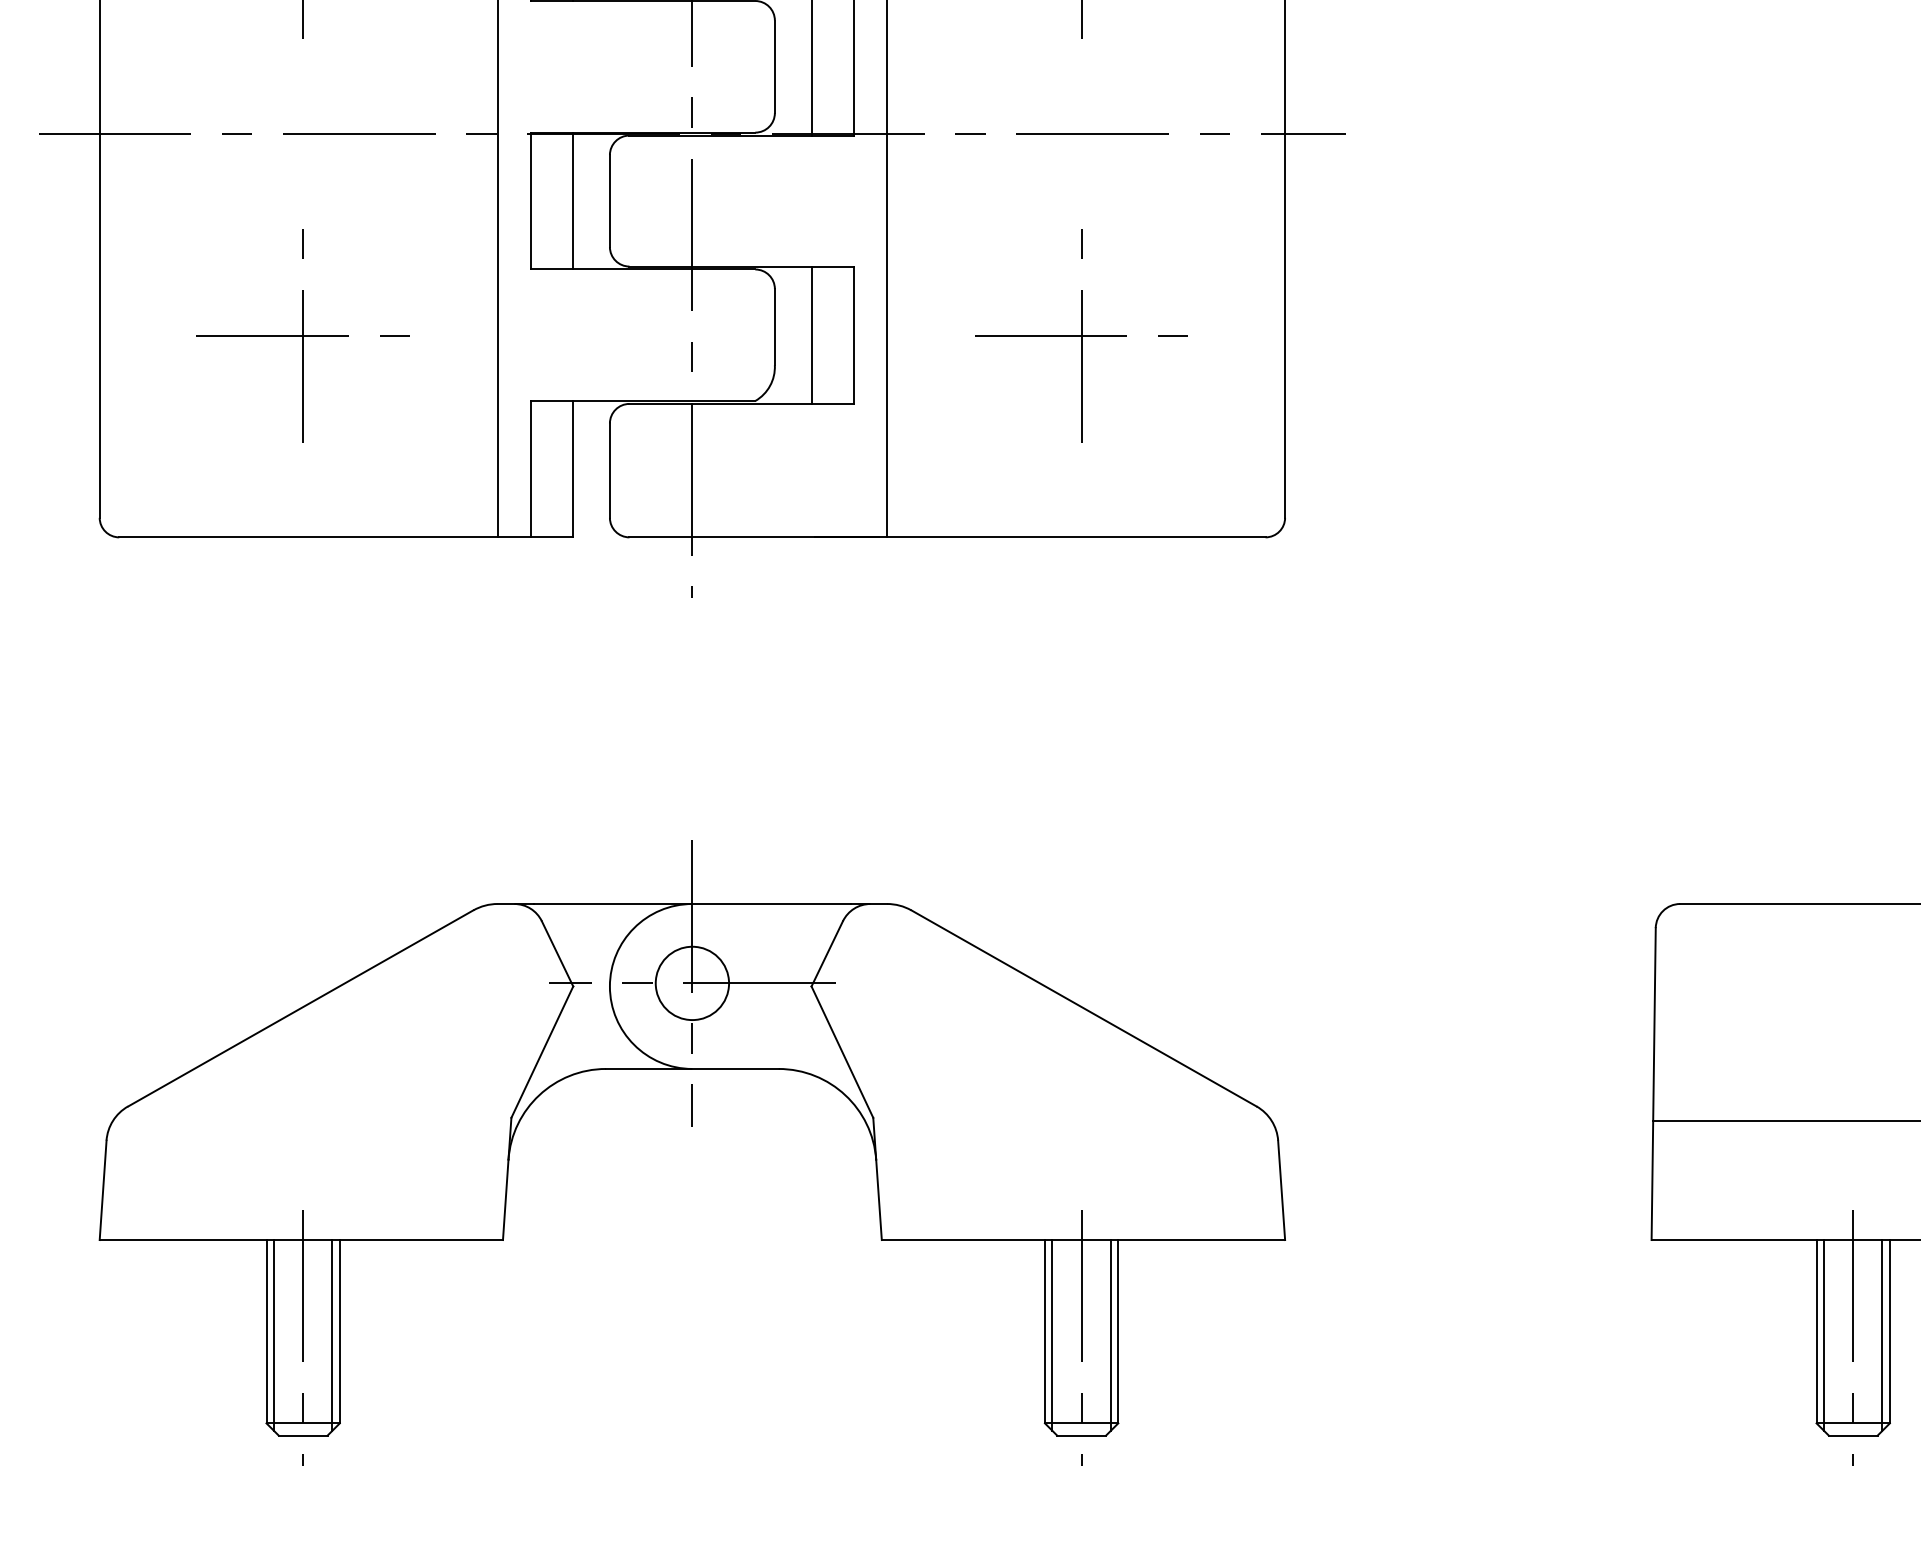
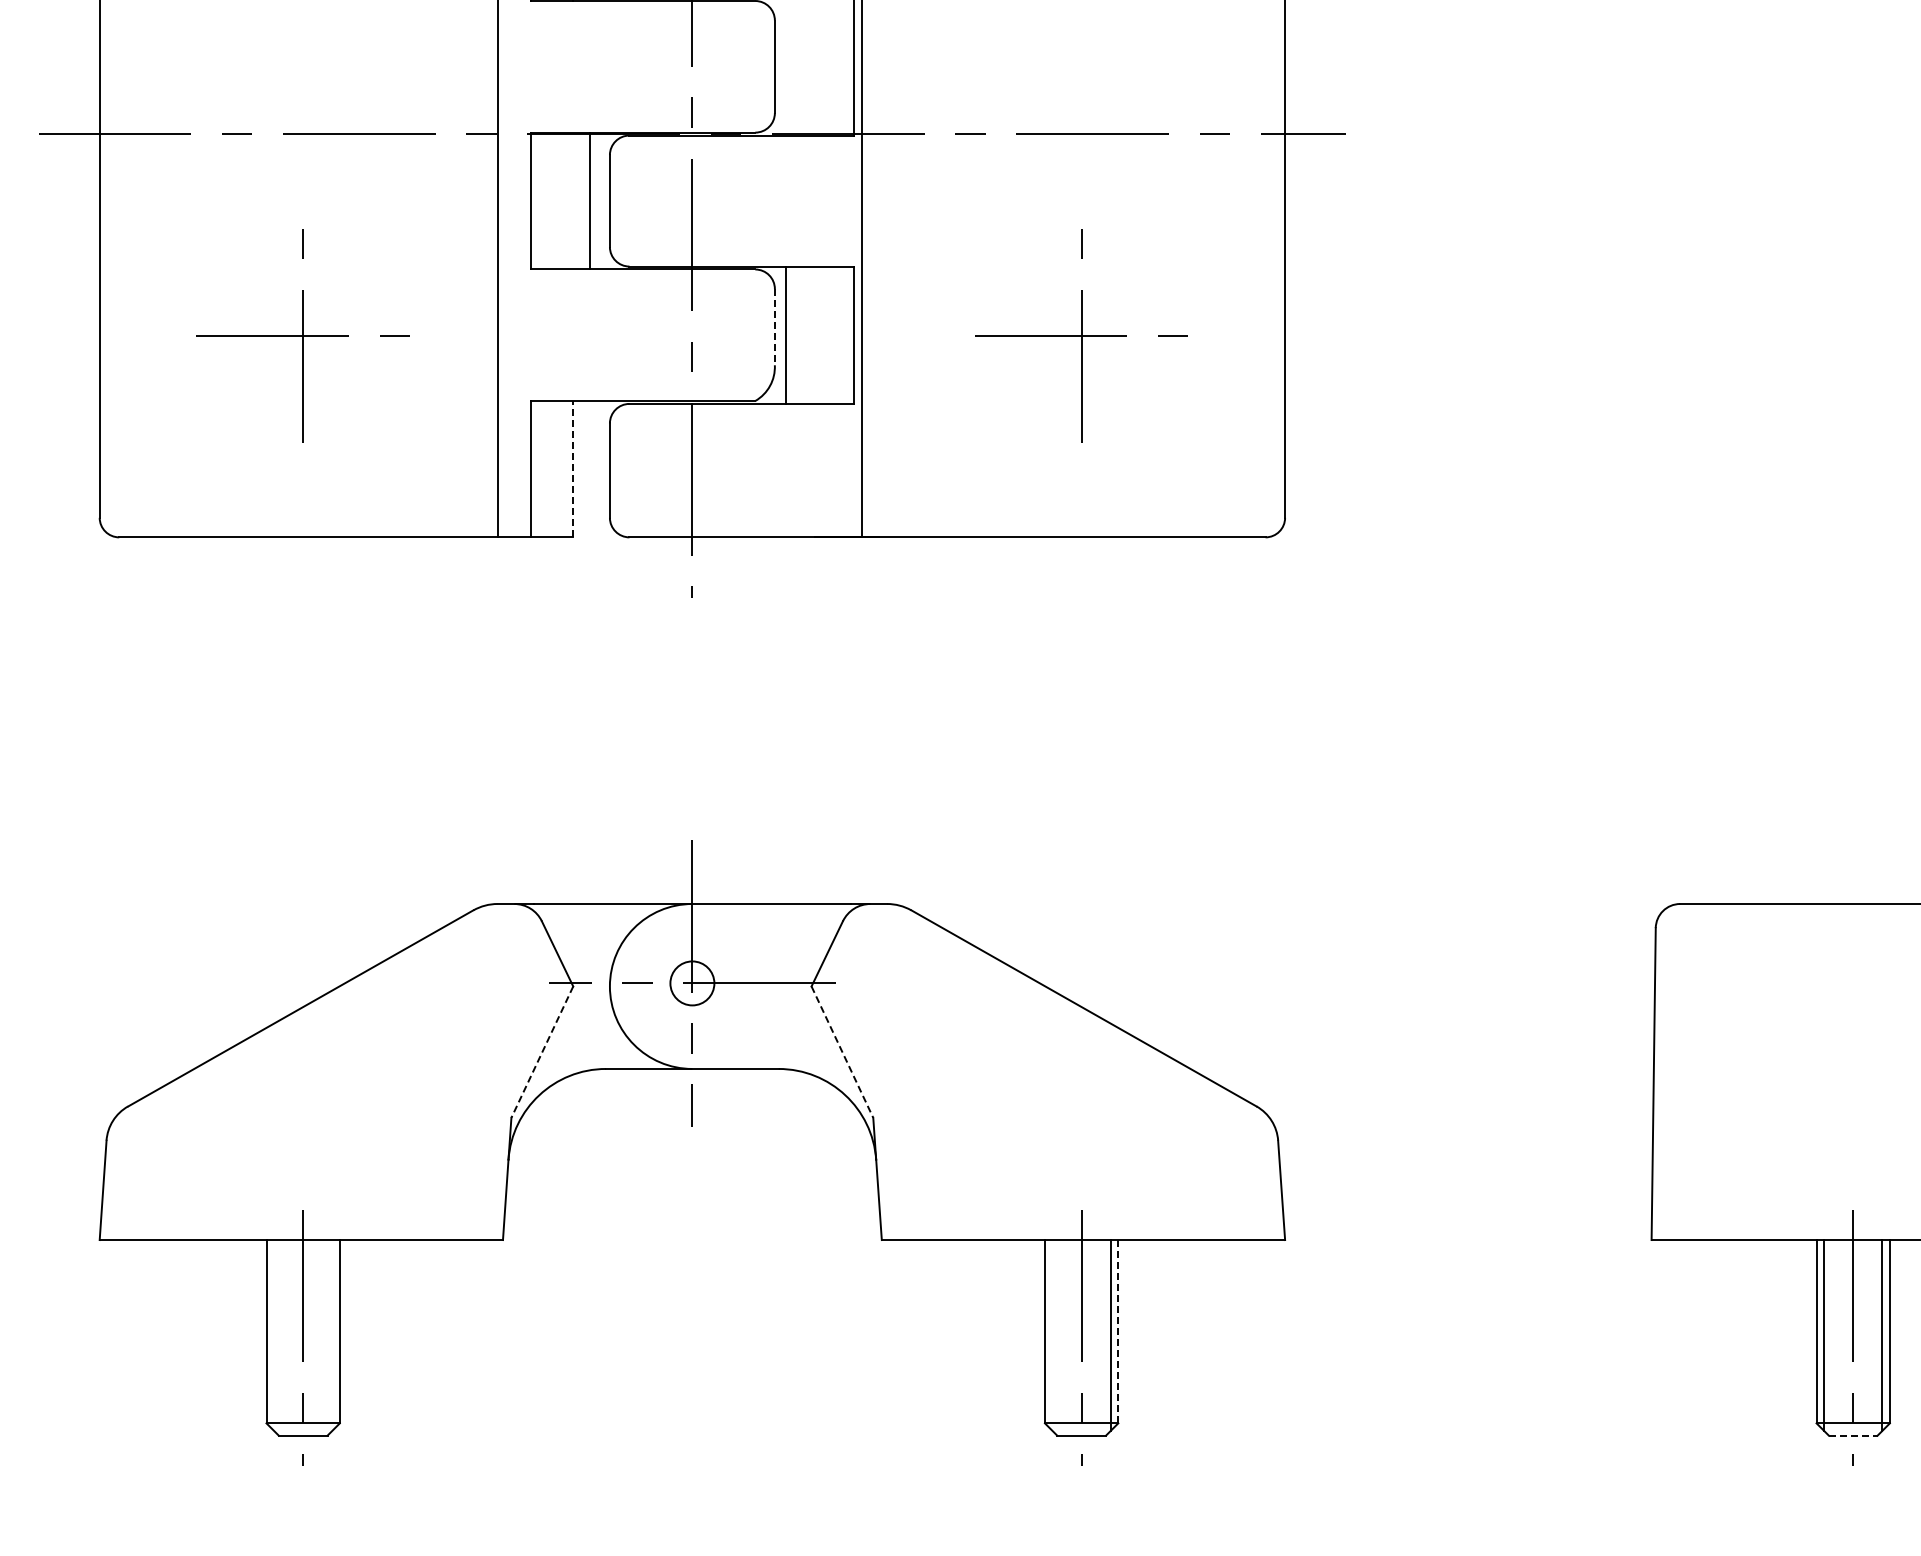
line at (303, 20): present -> none
line at (1081, 20): present -> none
line at (811, 68): present -> none
line at (573, 200) position: (573, 200) -> (590, 200)
line at (887, 269) position: (887, 269) -> (862, 269)
line at (774, 327): solid -> dashed
line at (811, 335) position: (811, 335) -> (785, 335)
line at (573, 468): solid -> dashed
circle at (692, 983) diameter: 73 px -> 44 px
line at (542, 1052): solid -> dashed
line at (842, 1052): solid -> dashed
line at (1785, 1120): present -> none
line at (1118, 1331): solid -> dashed
line at (273, 1335): present -> none
line at (332, 1335): present -> none
line at (1052, 1335): present -> none
line at (1853, 1435): solid -> dashed
